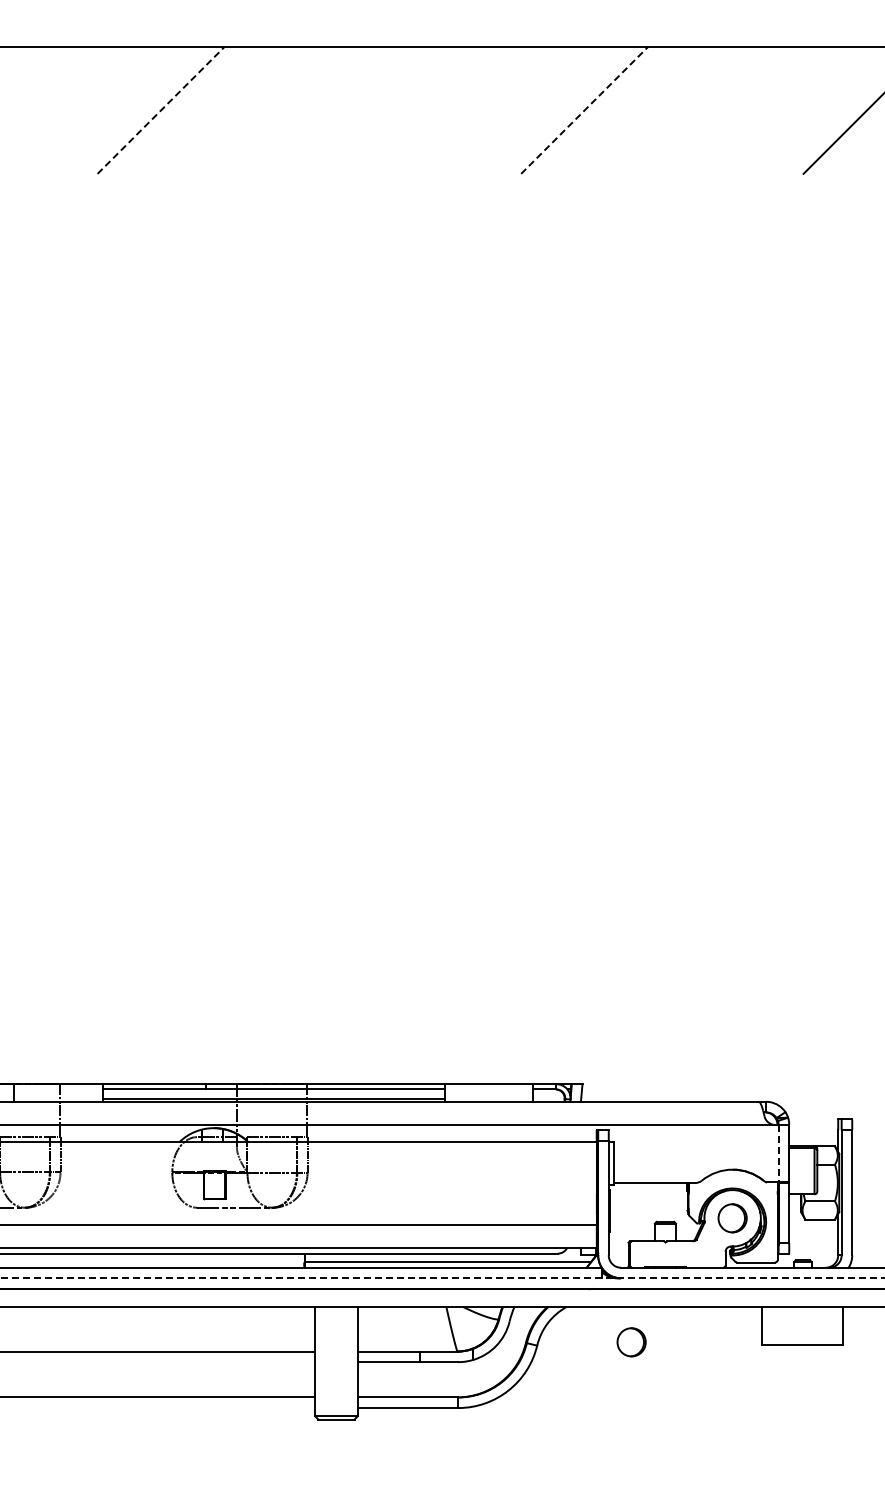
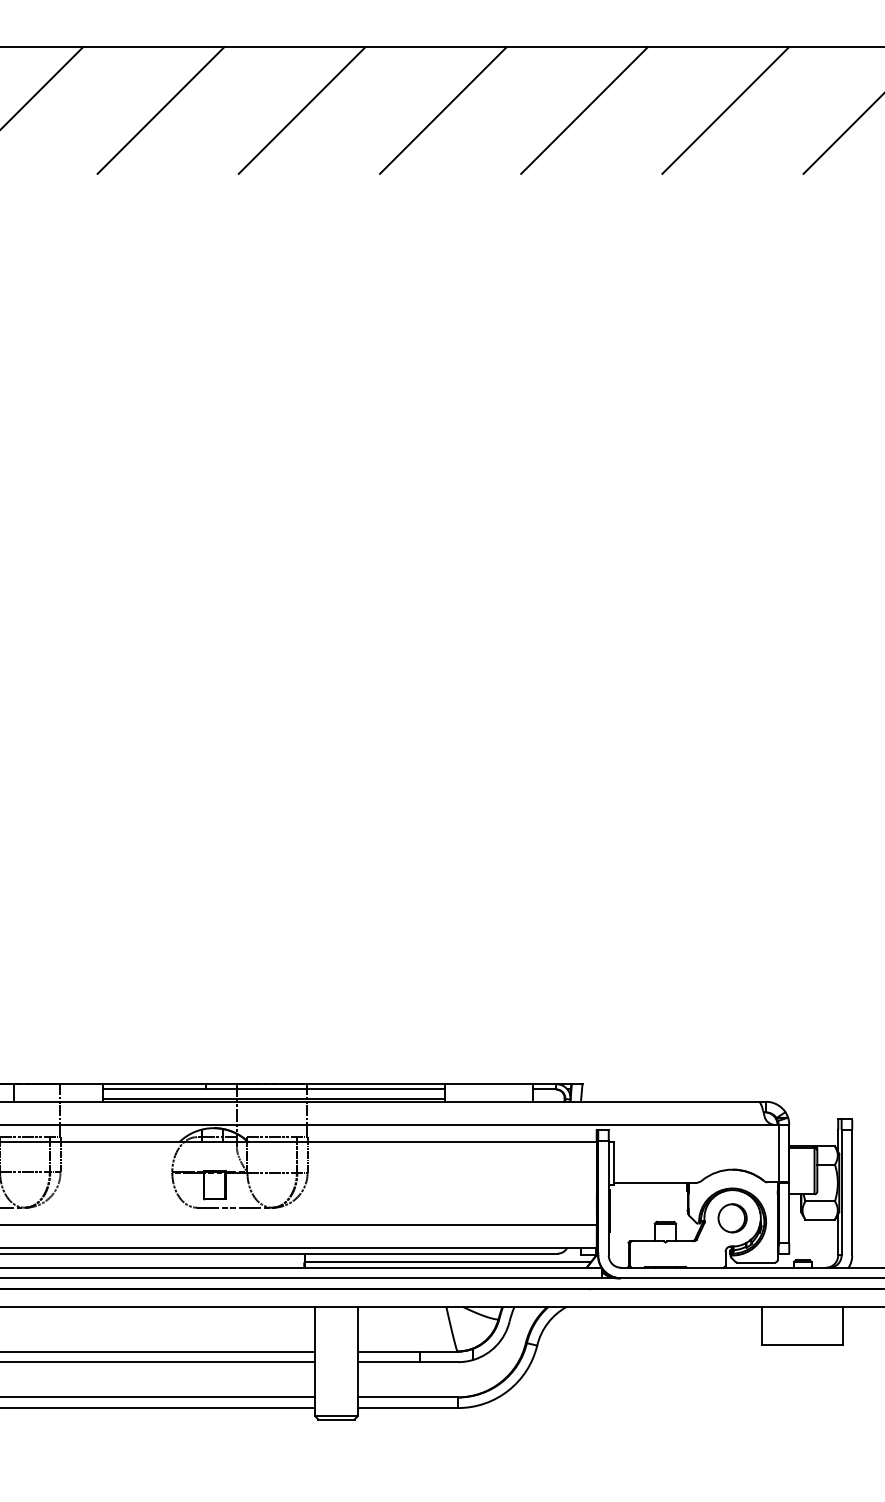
line at (42, 87): none -> present
line at (160, 110): dashed -> solid
line at (301, 110): none -> present
line at (442, 110): none -> present
line at (584, 110): dashed -> solid
line at (725, 110): none -> present
line at (778, 1153): dashed -> solid
line at (442, 1278): dashed -> solid
circle at (631, 1342): present -> none
line at (158, 1362): none -> present
line at (158, 1408): none -> present
